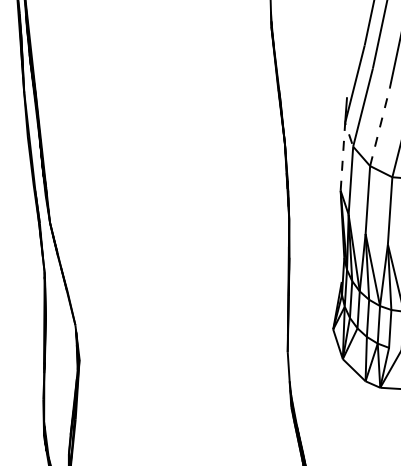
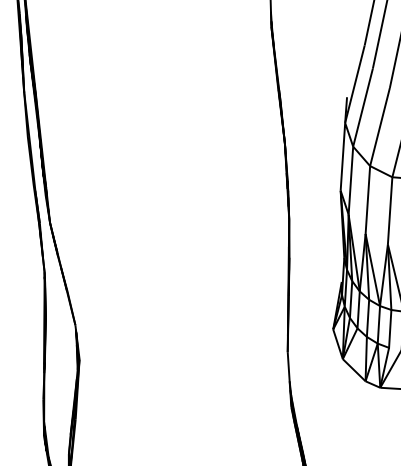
line at (380, 126): dashed -> solid
line at (343, 142): dashed -> solid
